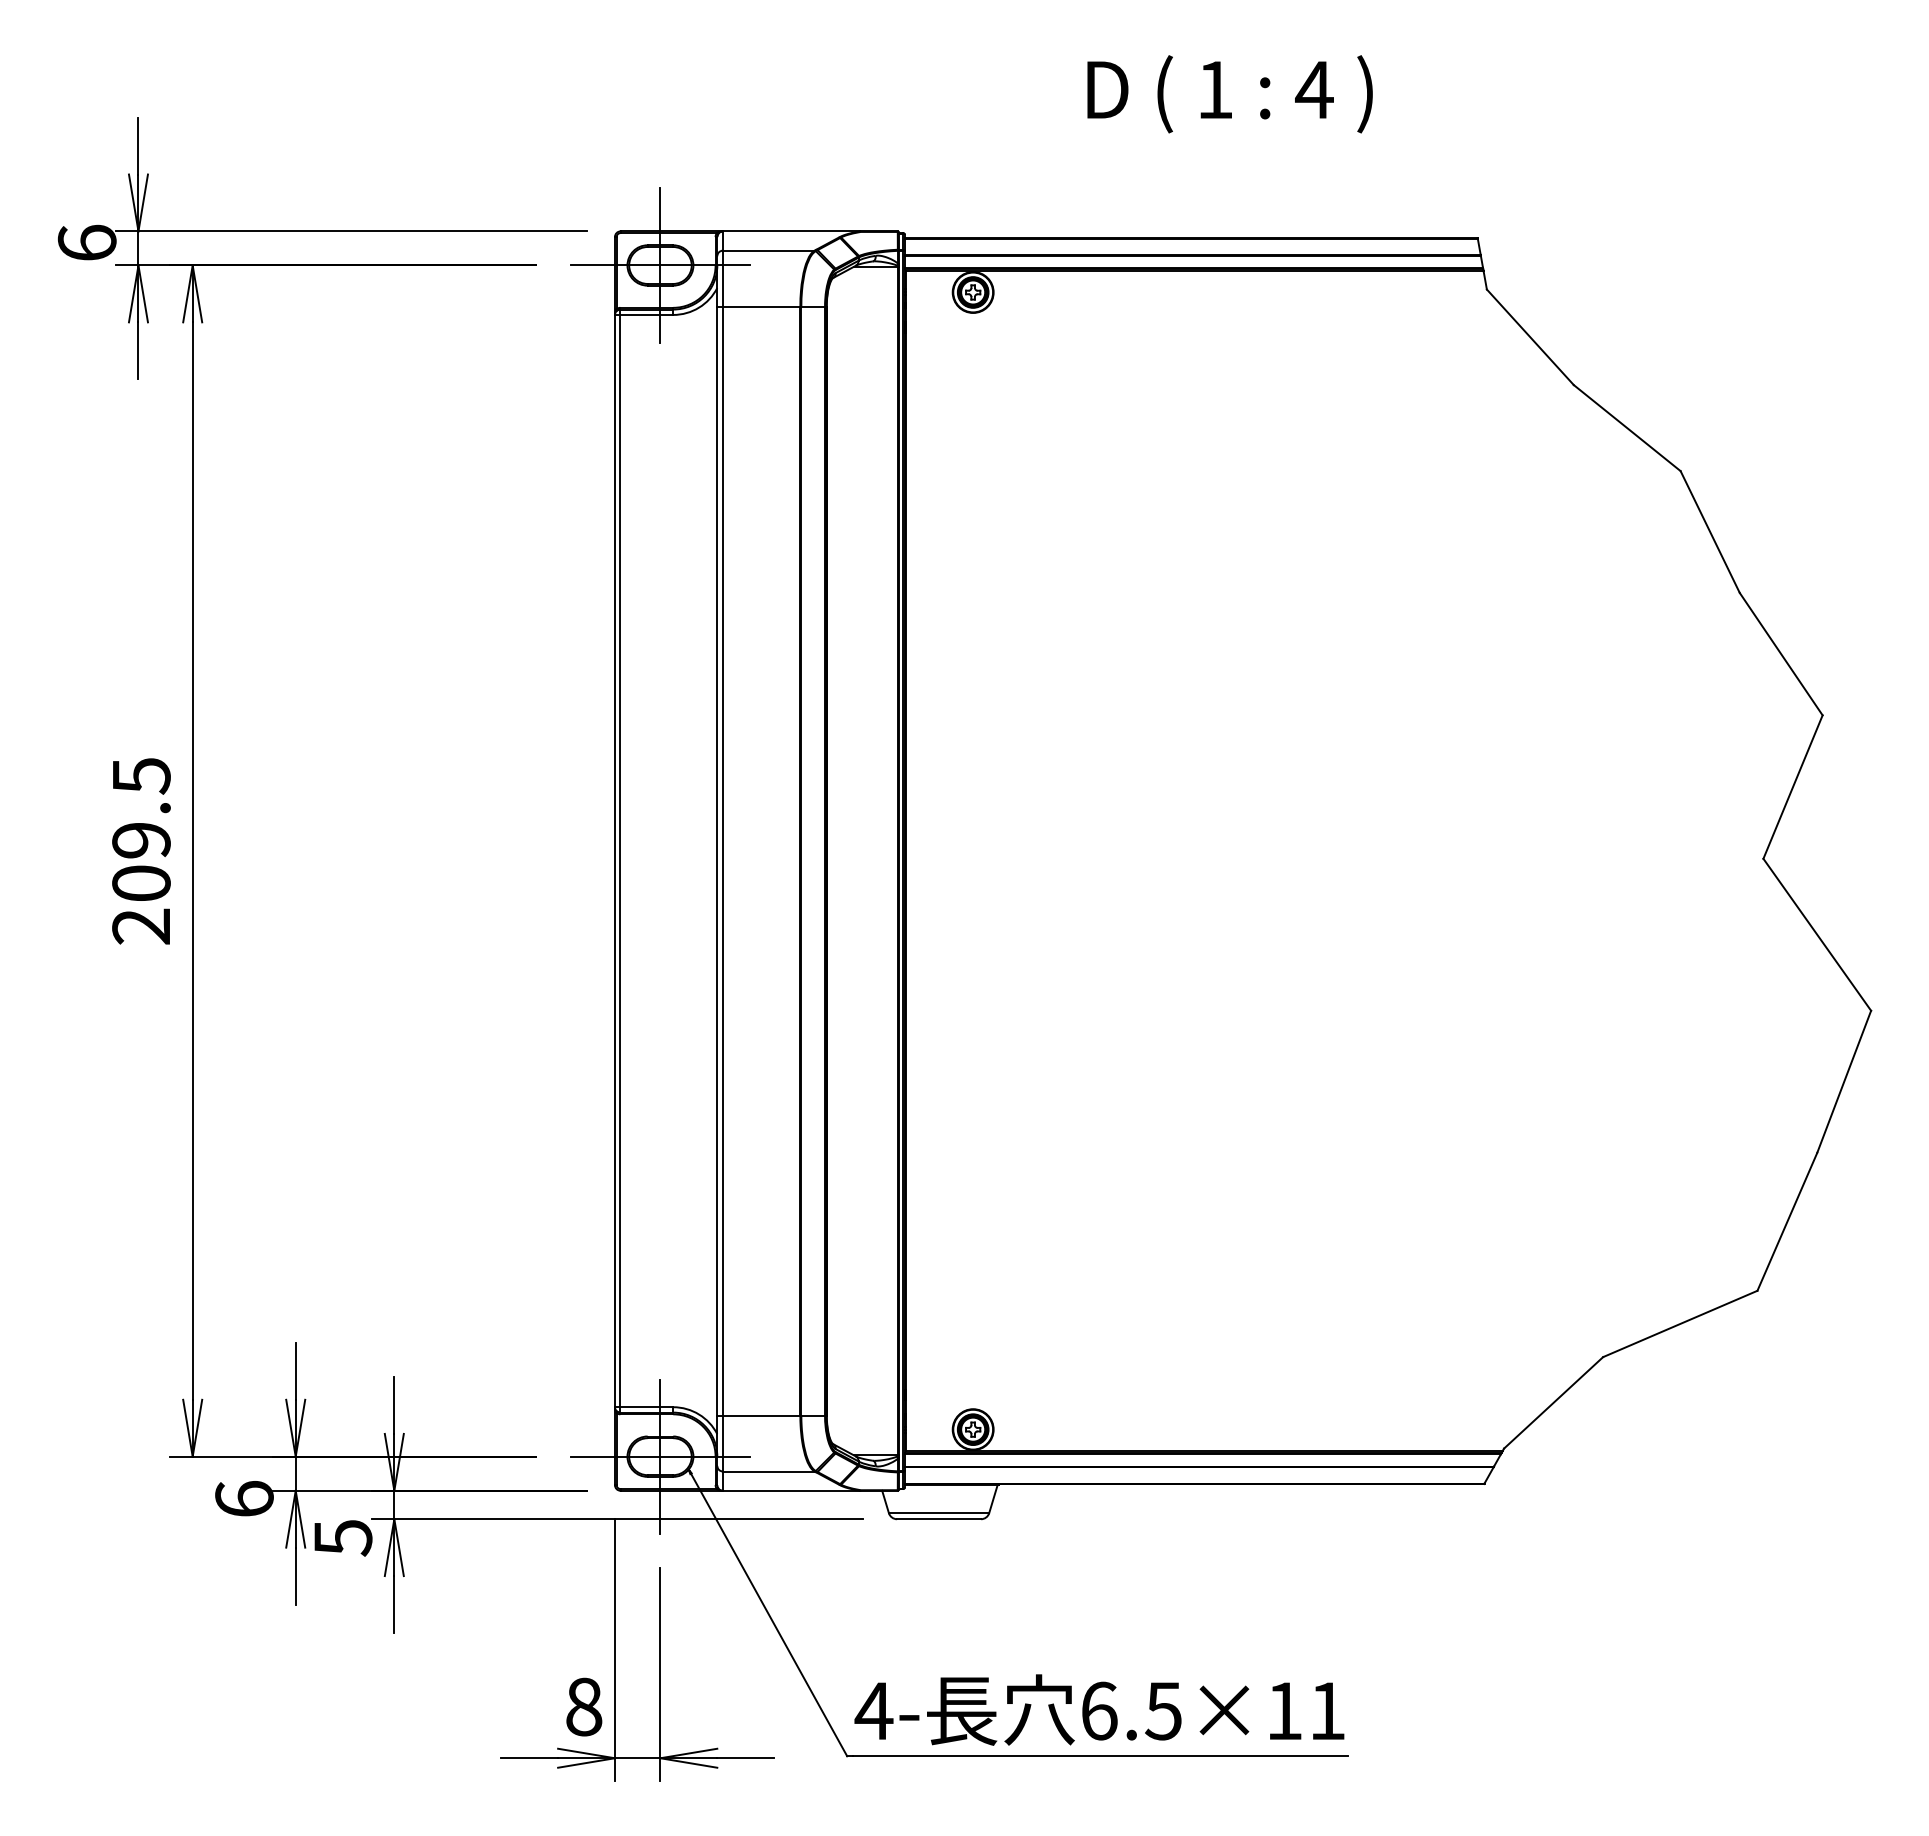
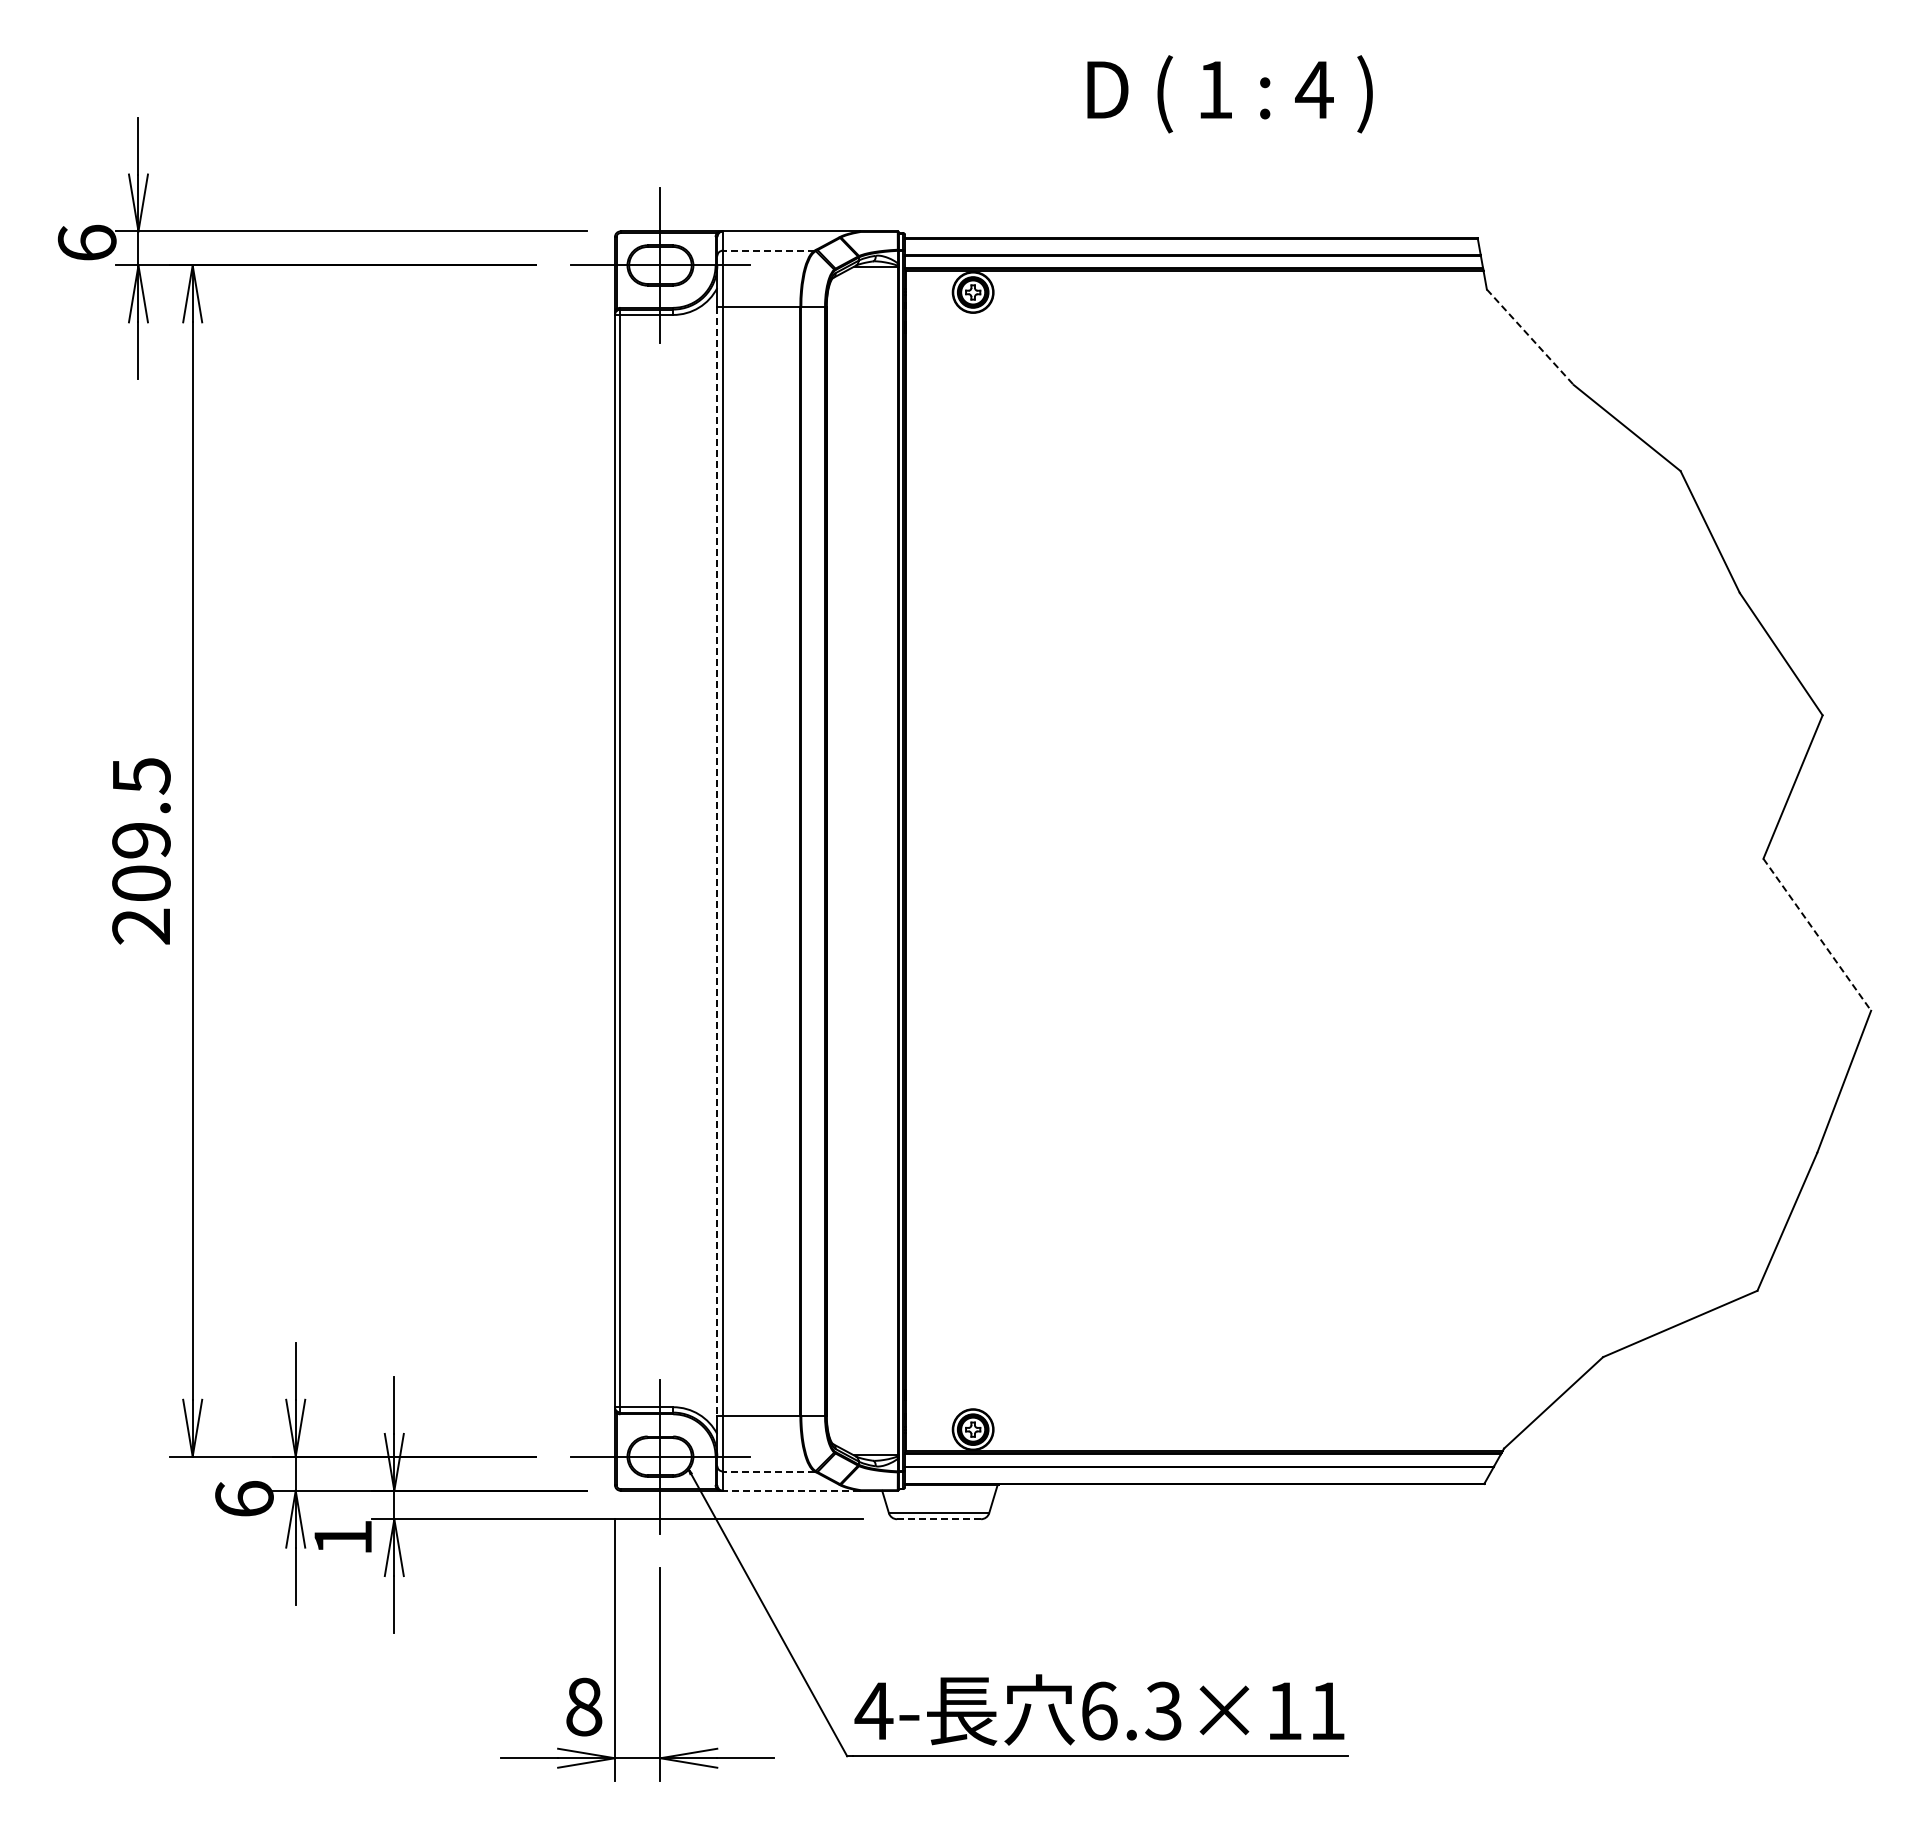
line at (768, 250): solid -> dashed
line at (1530, 337): solid -> dashed
line at (717, 861): solid -> dashed
line at (1817, 935): solid -> dashed
line at (768, 1471): solid -> dashed
line at (790, 1490): solid -> dashed
line at (939, 1519): solid -> dashed
text at (343, 1538): 5 -> 1
text at (1163, 1710): 6.5×11 -> 6.3×11
